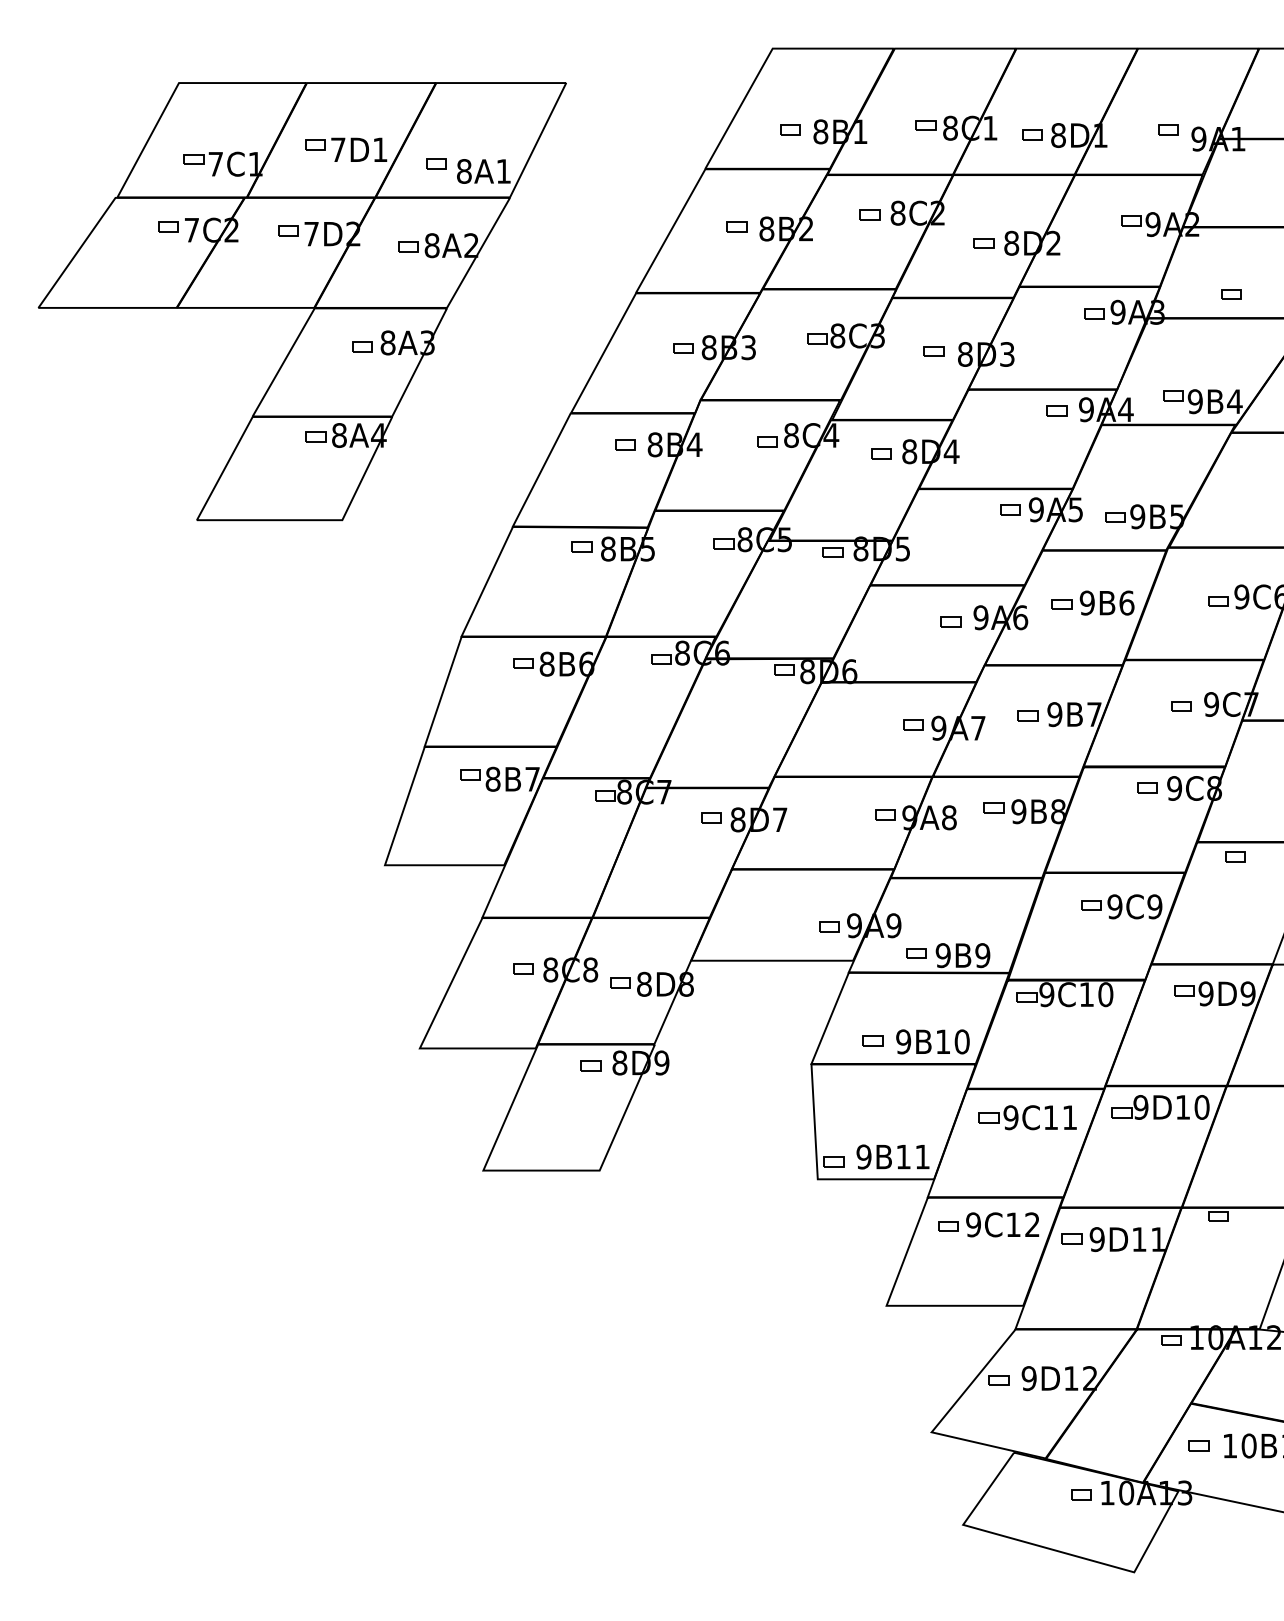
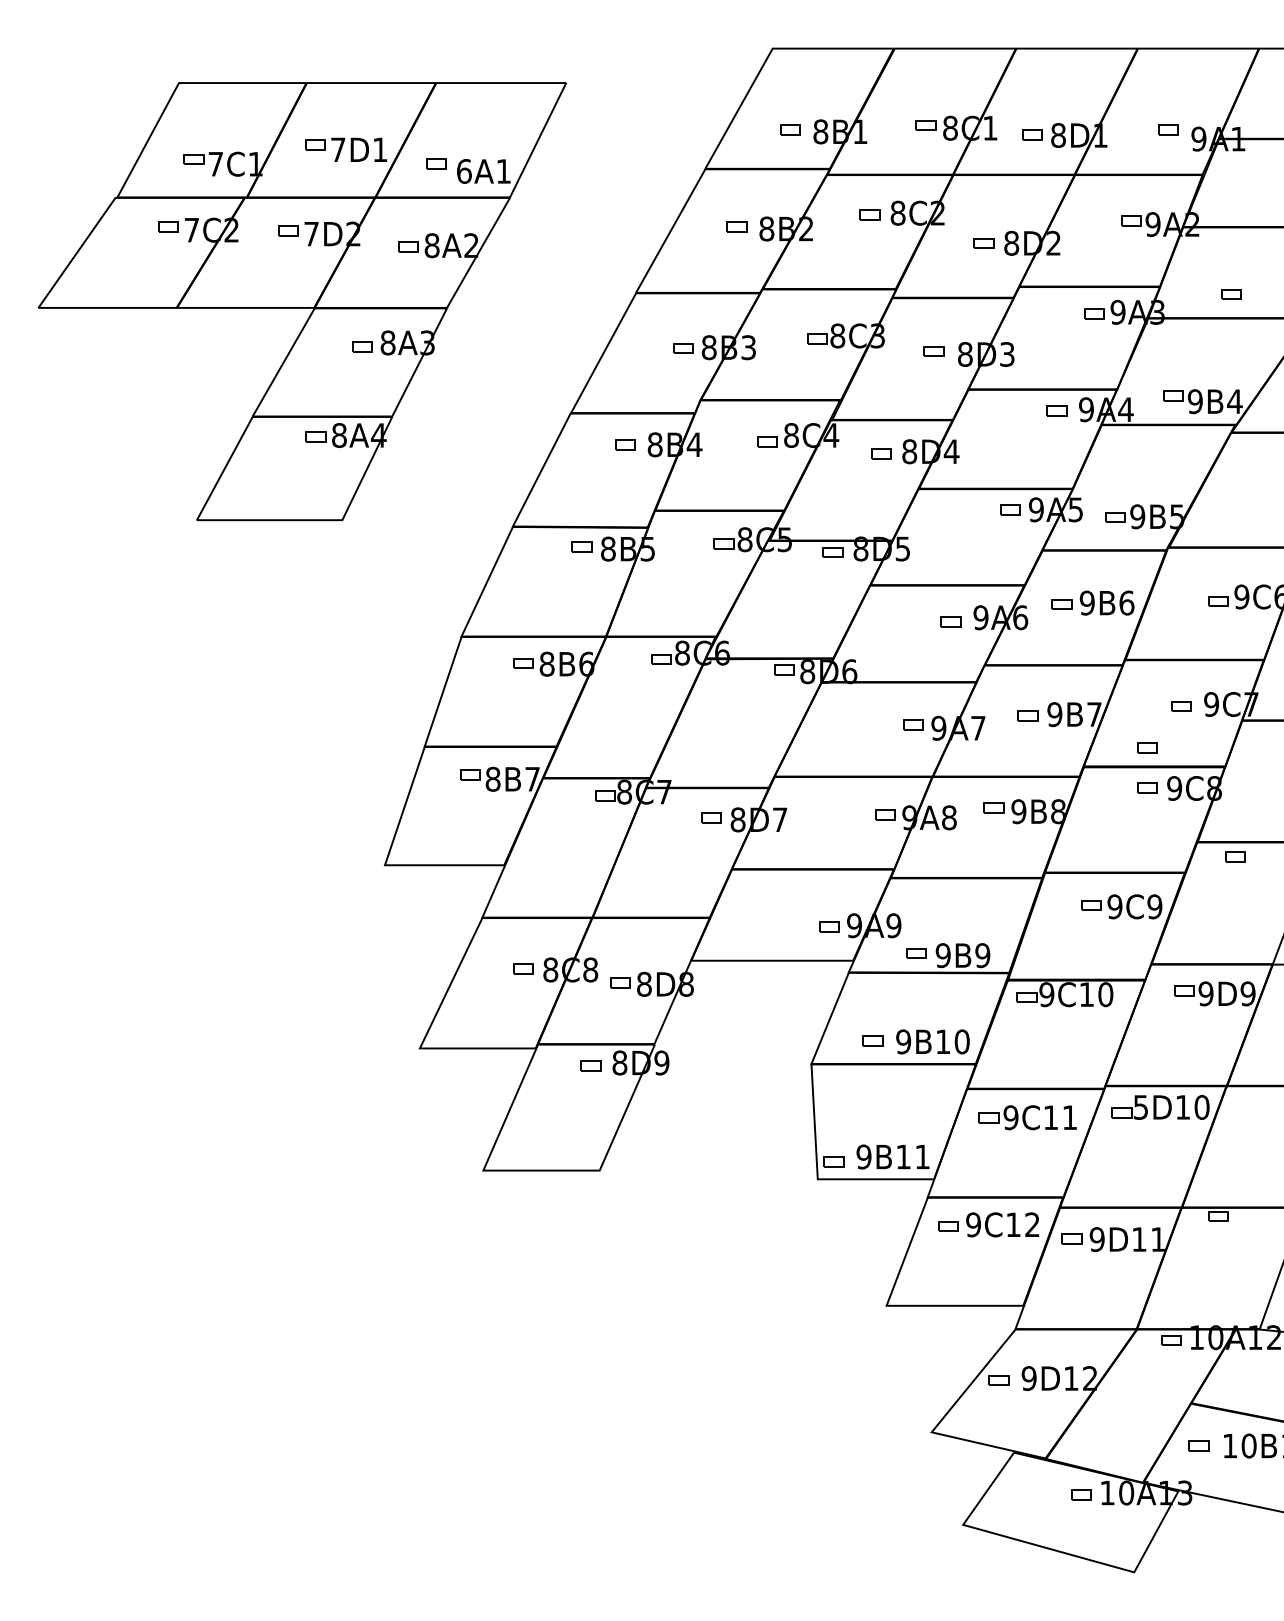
text at (464, 171): 8A1 -> 6A1
part at (1147, 747): none -> present
text at (1140, 1107): 9D10 -> 5D10
